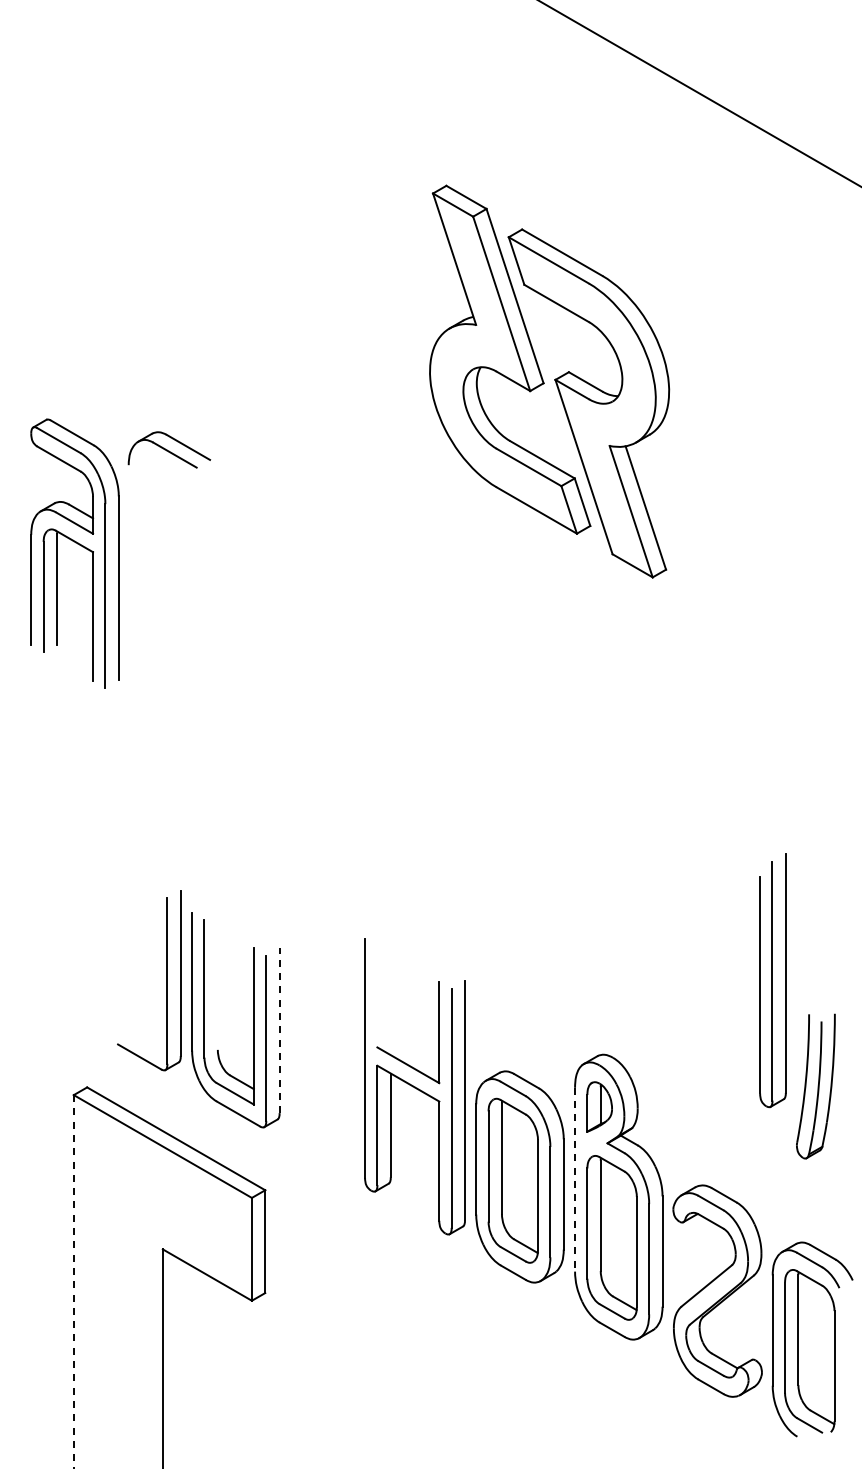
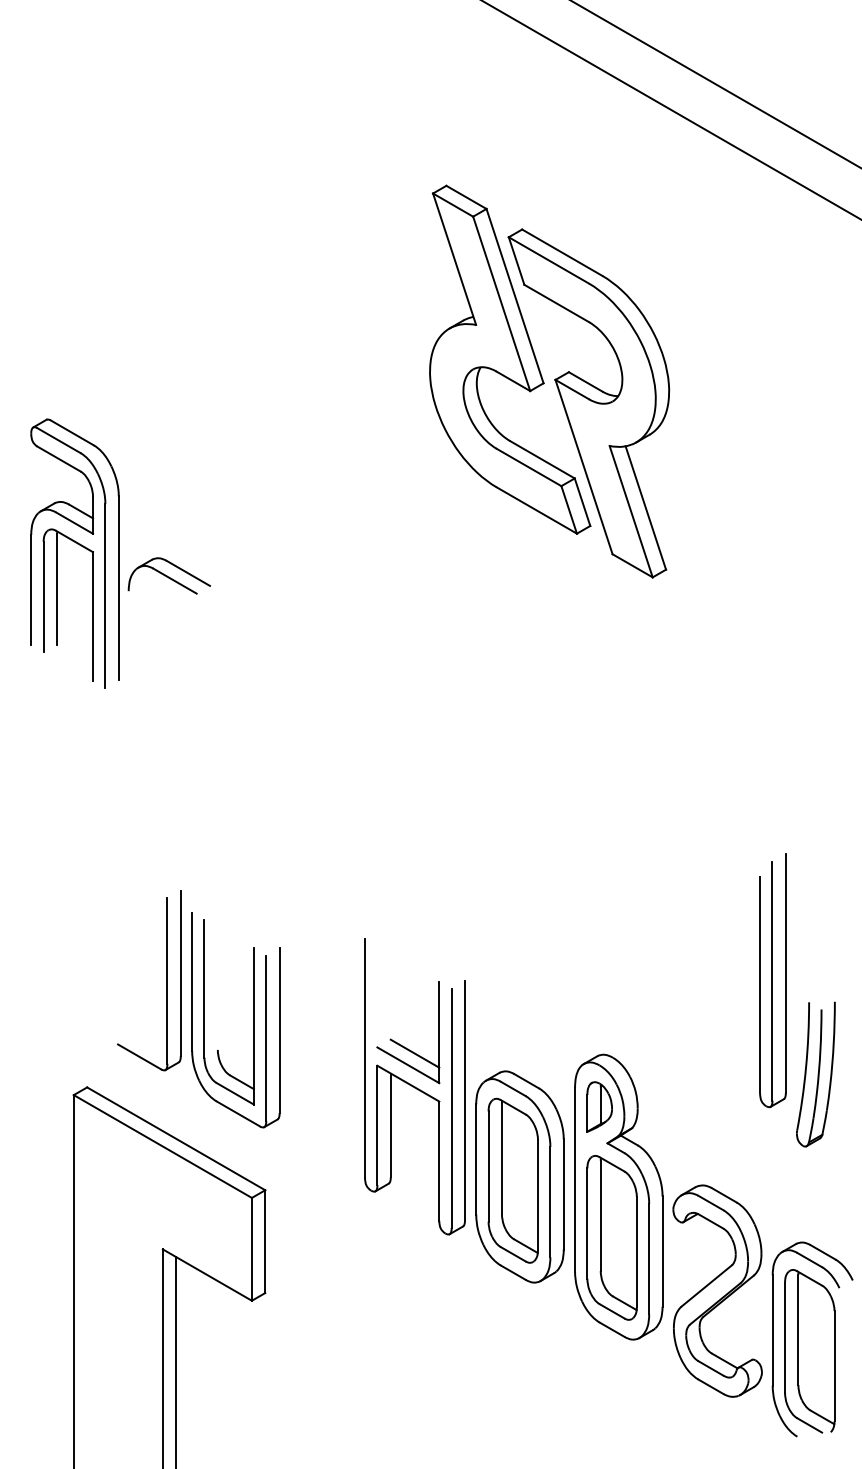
line at (699, 93) position: (699, 93) -> (715, 84)
line at (671, 110): none -> present
part at (169, 449) position: (169, 449) -> (169, 575)
line at (279, 1030): dashed -> solid
line at (414, 1053): none -> present
part at (815, 1086) position: (815, 1086) -> (815, 1074)
line at (575, 1179): dashed -> solid
line at (73, 1282): dashed -> solid
line at (176, 1361): none -> present
